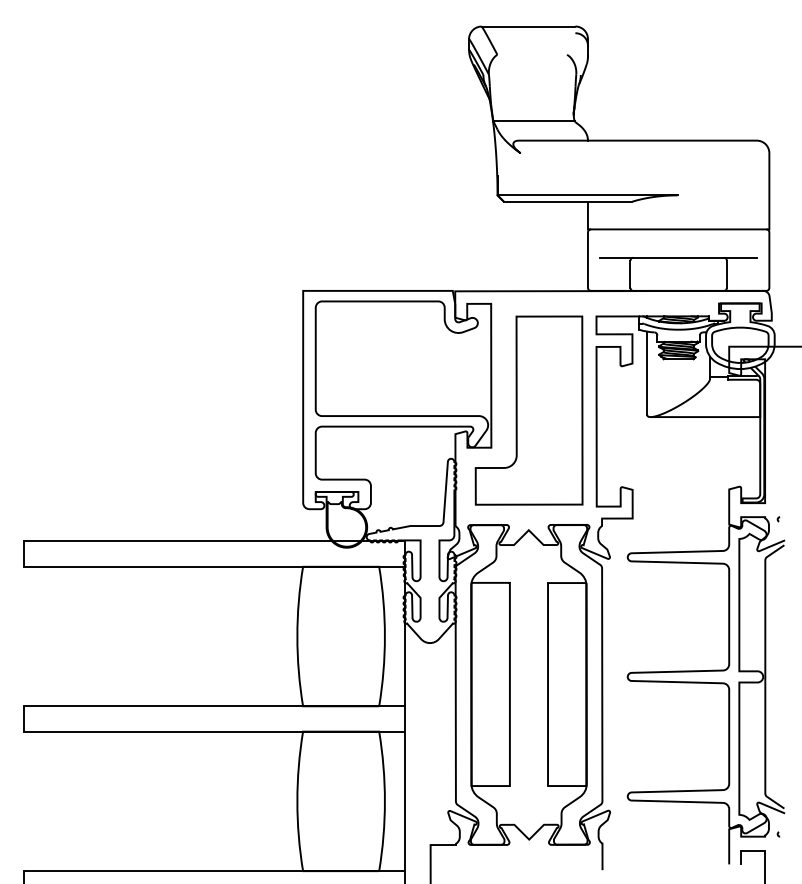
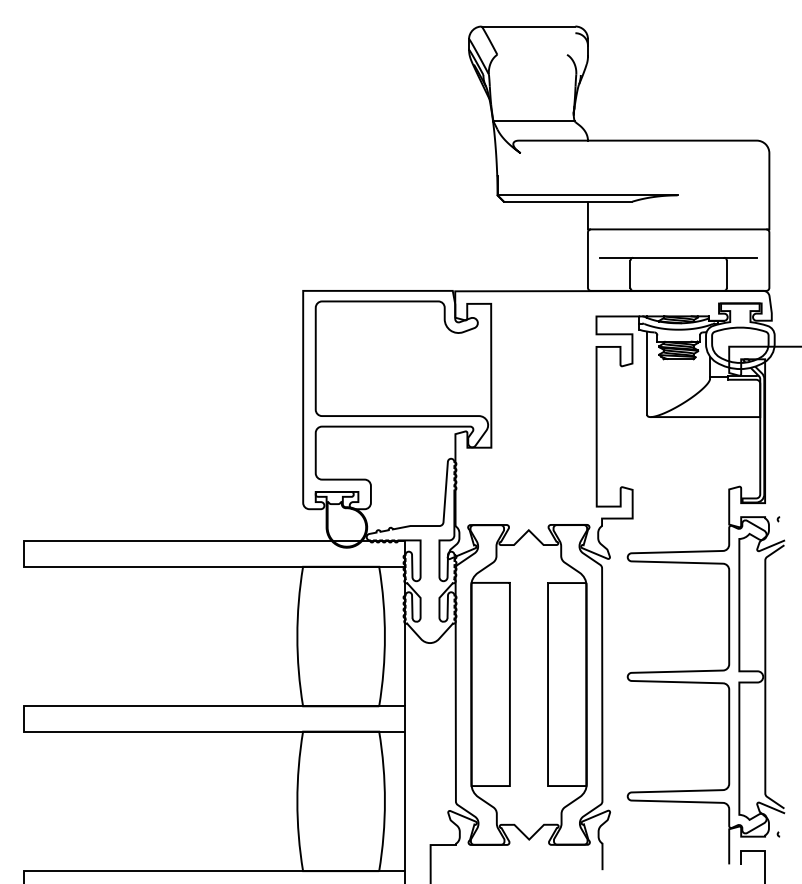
part at (528, 410): present -> none
